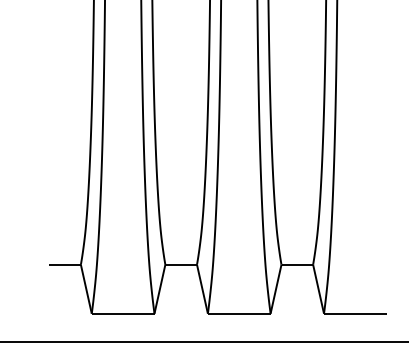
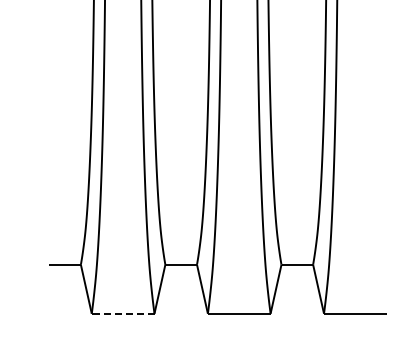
line at (123, 313): solid -> dashed
line at (203, 341): present -> none
